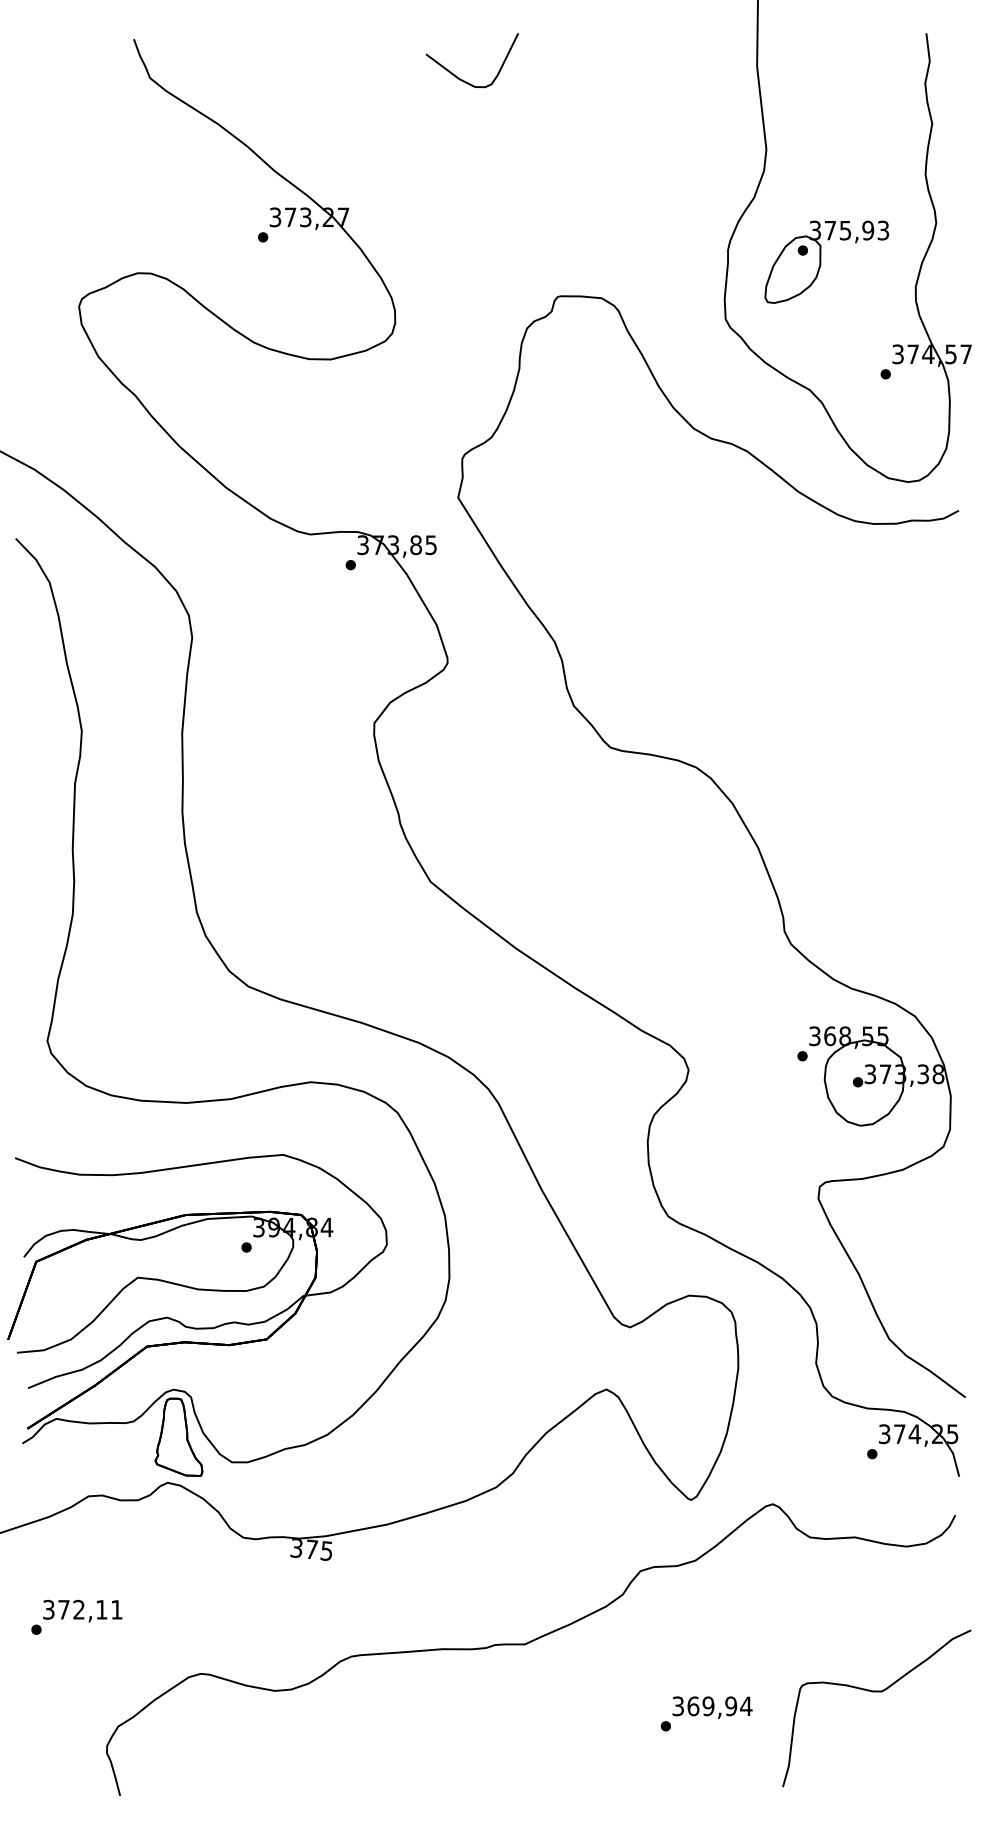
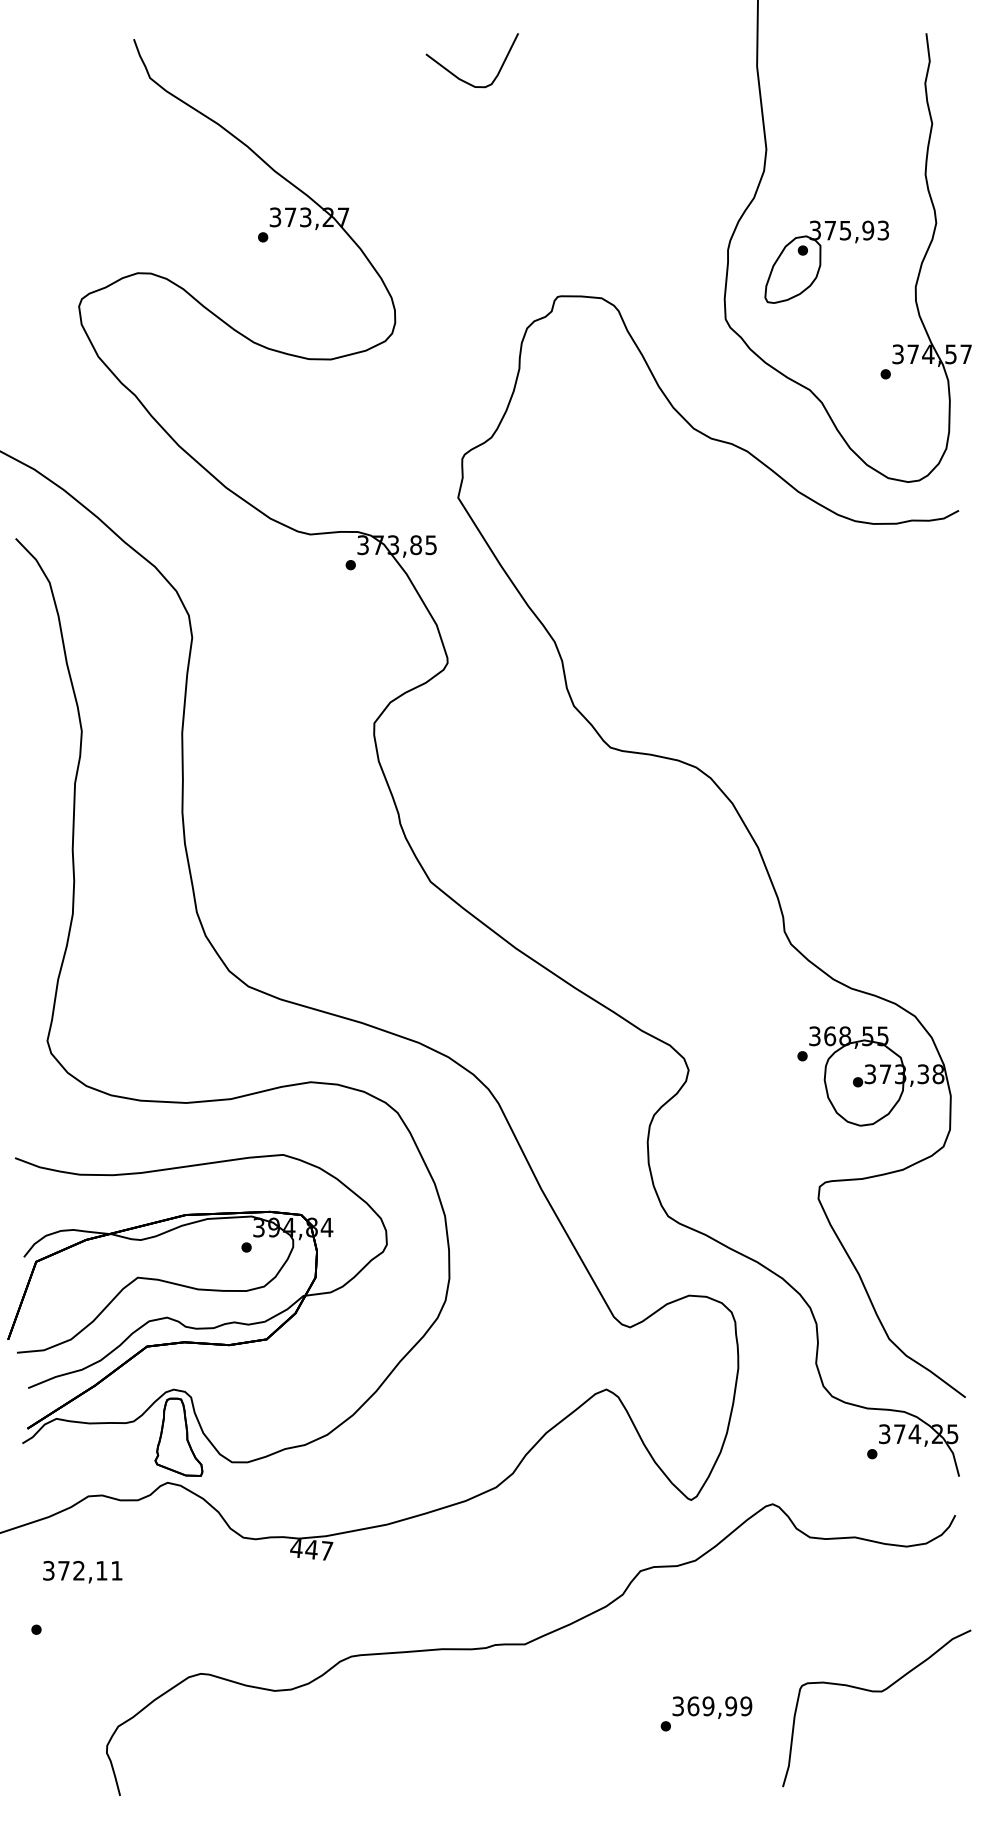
text at (311, 1549): 375 -> 447
text at (82, 1610) position: (82, 1610) -> (82, 1571)
text at (746, 1706): 369,94 -> 369,99
